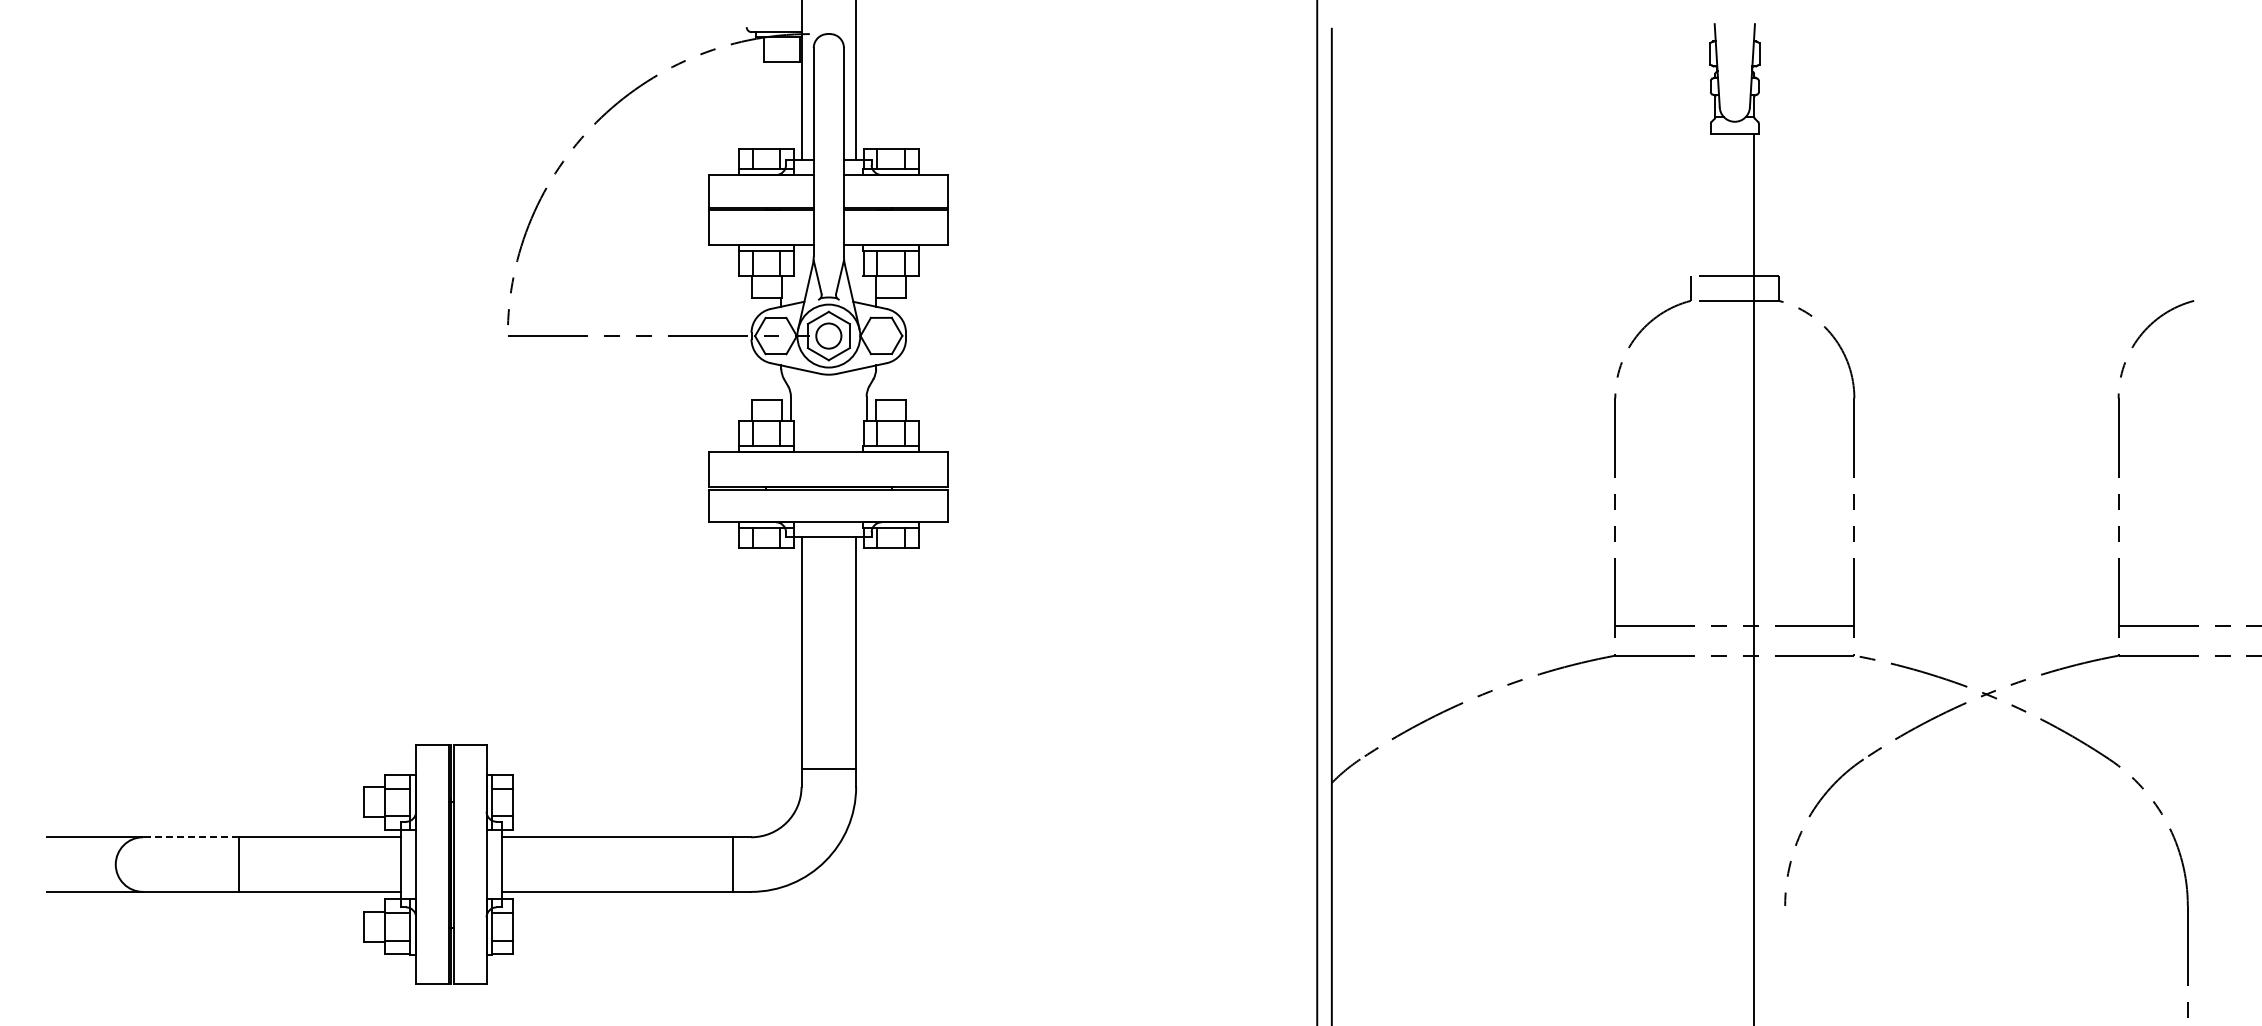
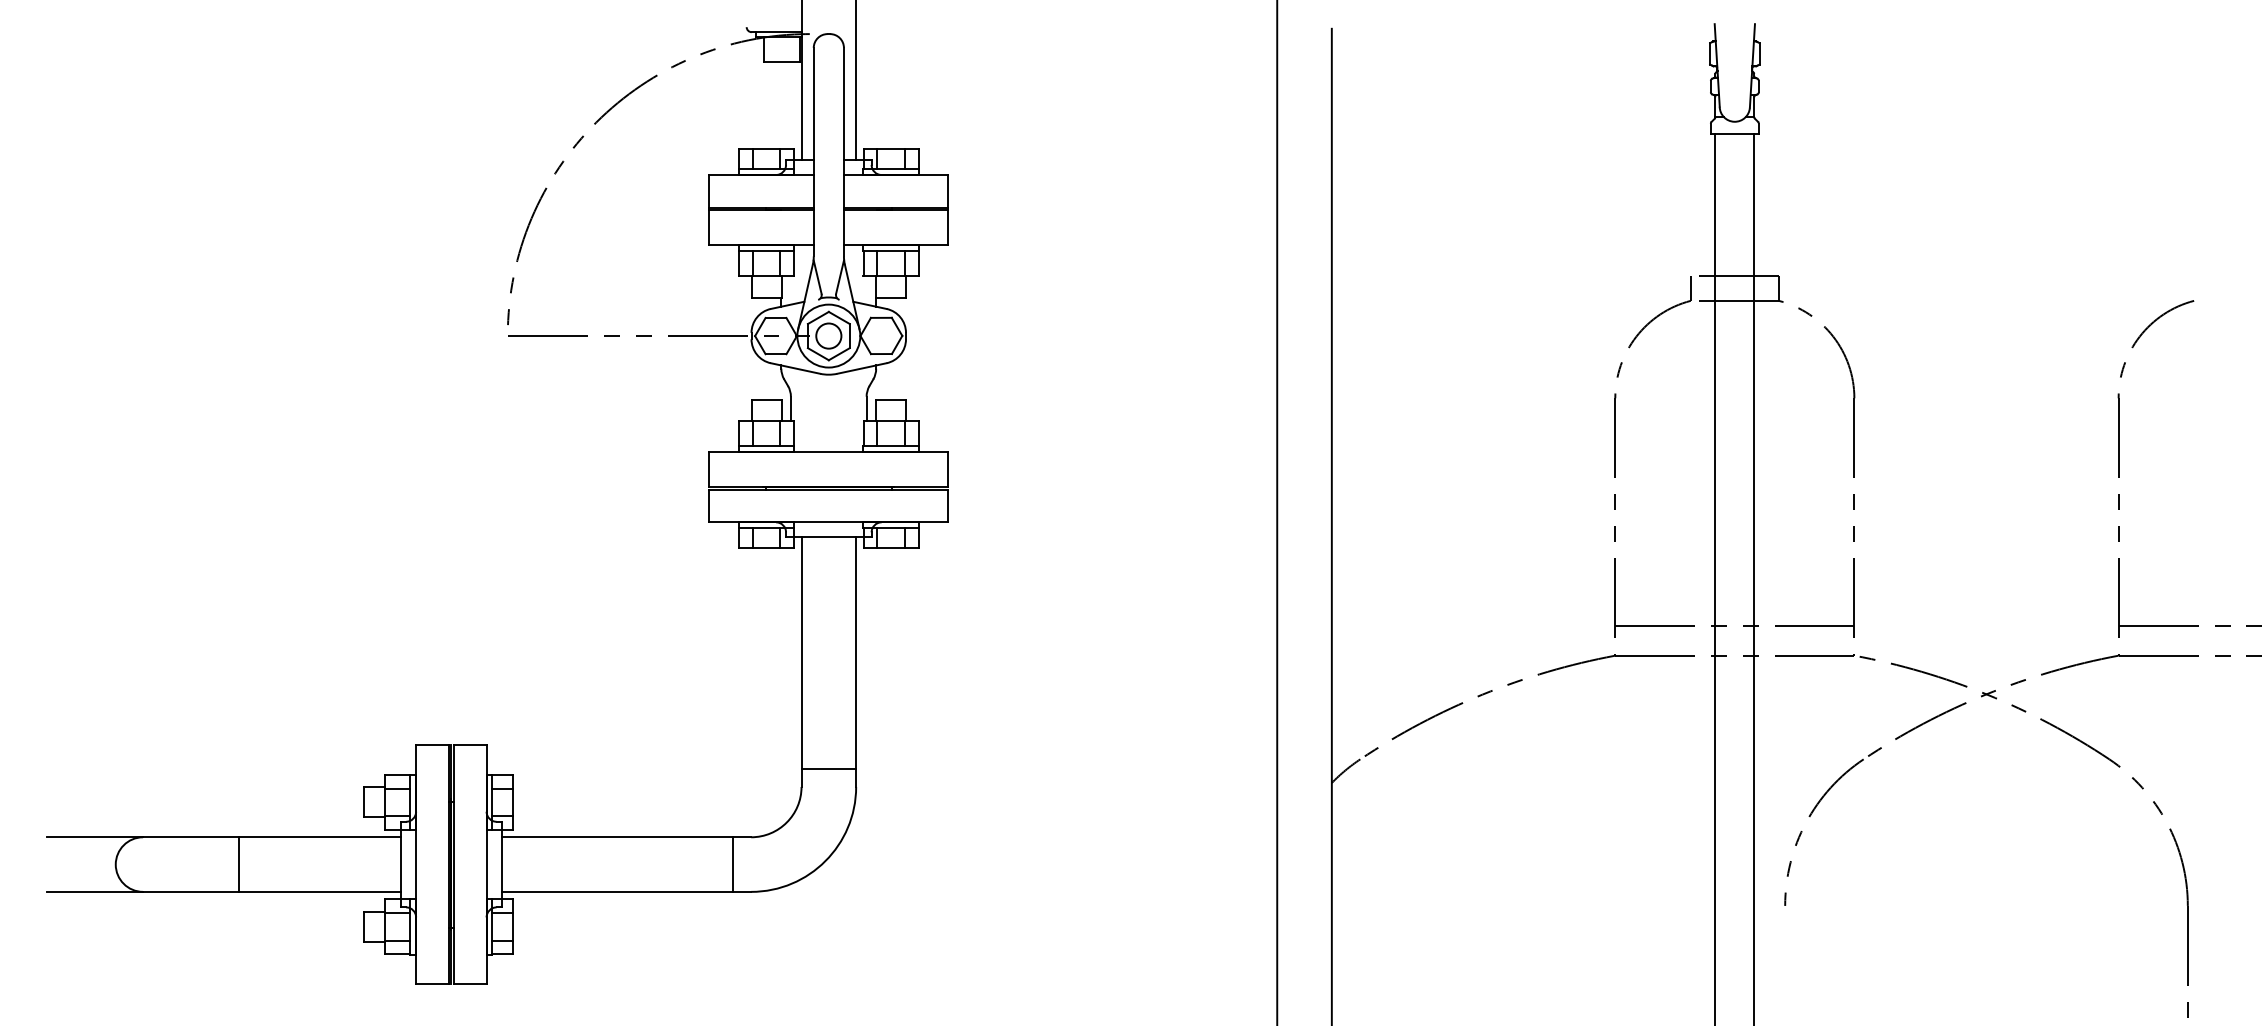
line at (1317, 512) position: (1317, 512) -> (1277, 512)
line at (1715, 578): none -> present
line at (191, 837): dashed -> solid
